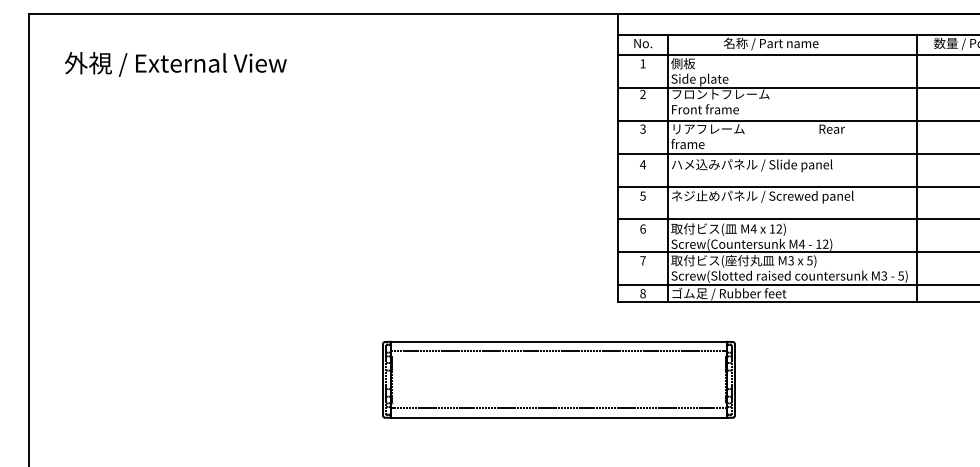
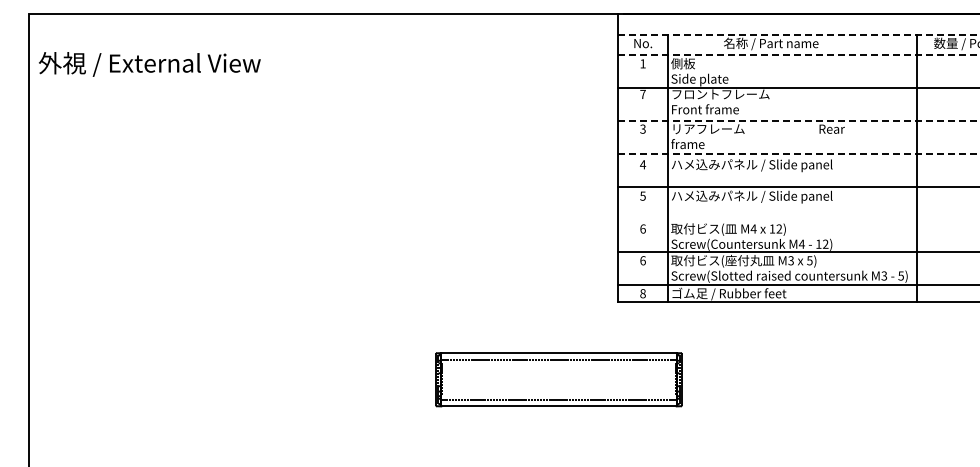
line at (799, 34): solid -> dashed
line at (799, 54): solid -> dashed
text at (175, 64) position: (175, 64) -> (149, 64)
text at (642, 93): 2 -> 7
line at (799, 120): solid -> dashed
line at (799, 153): solid -> dashed
text at (762, 196): ネジ止めパネル / Screwed panel -> ハメ込みパネル / Slide panel
line at (797, 219): present -> none
text at (642, 260): 7 -> 6
part at (558, 379) size: 354x79 px -> 248x56 px
